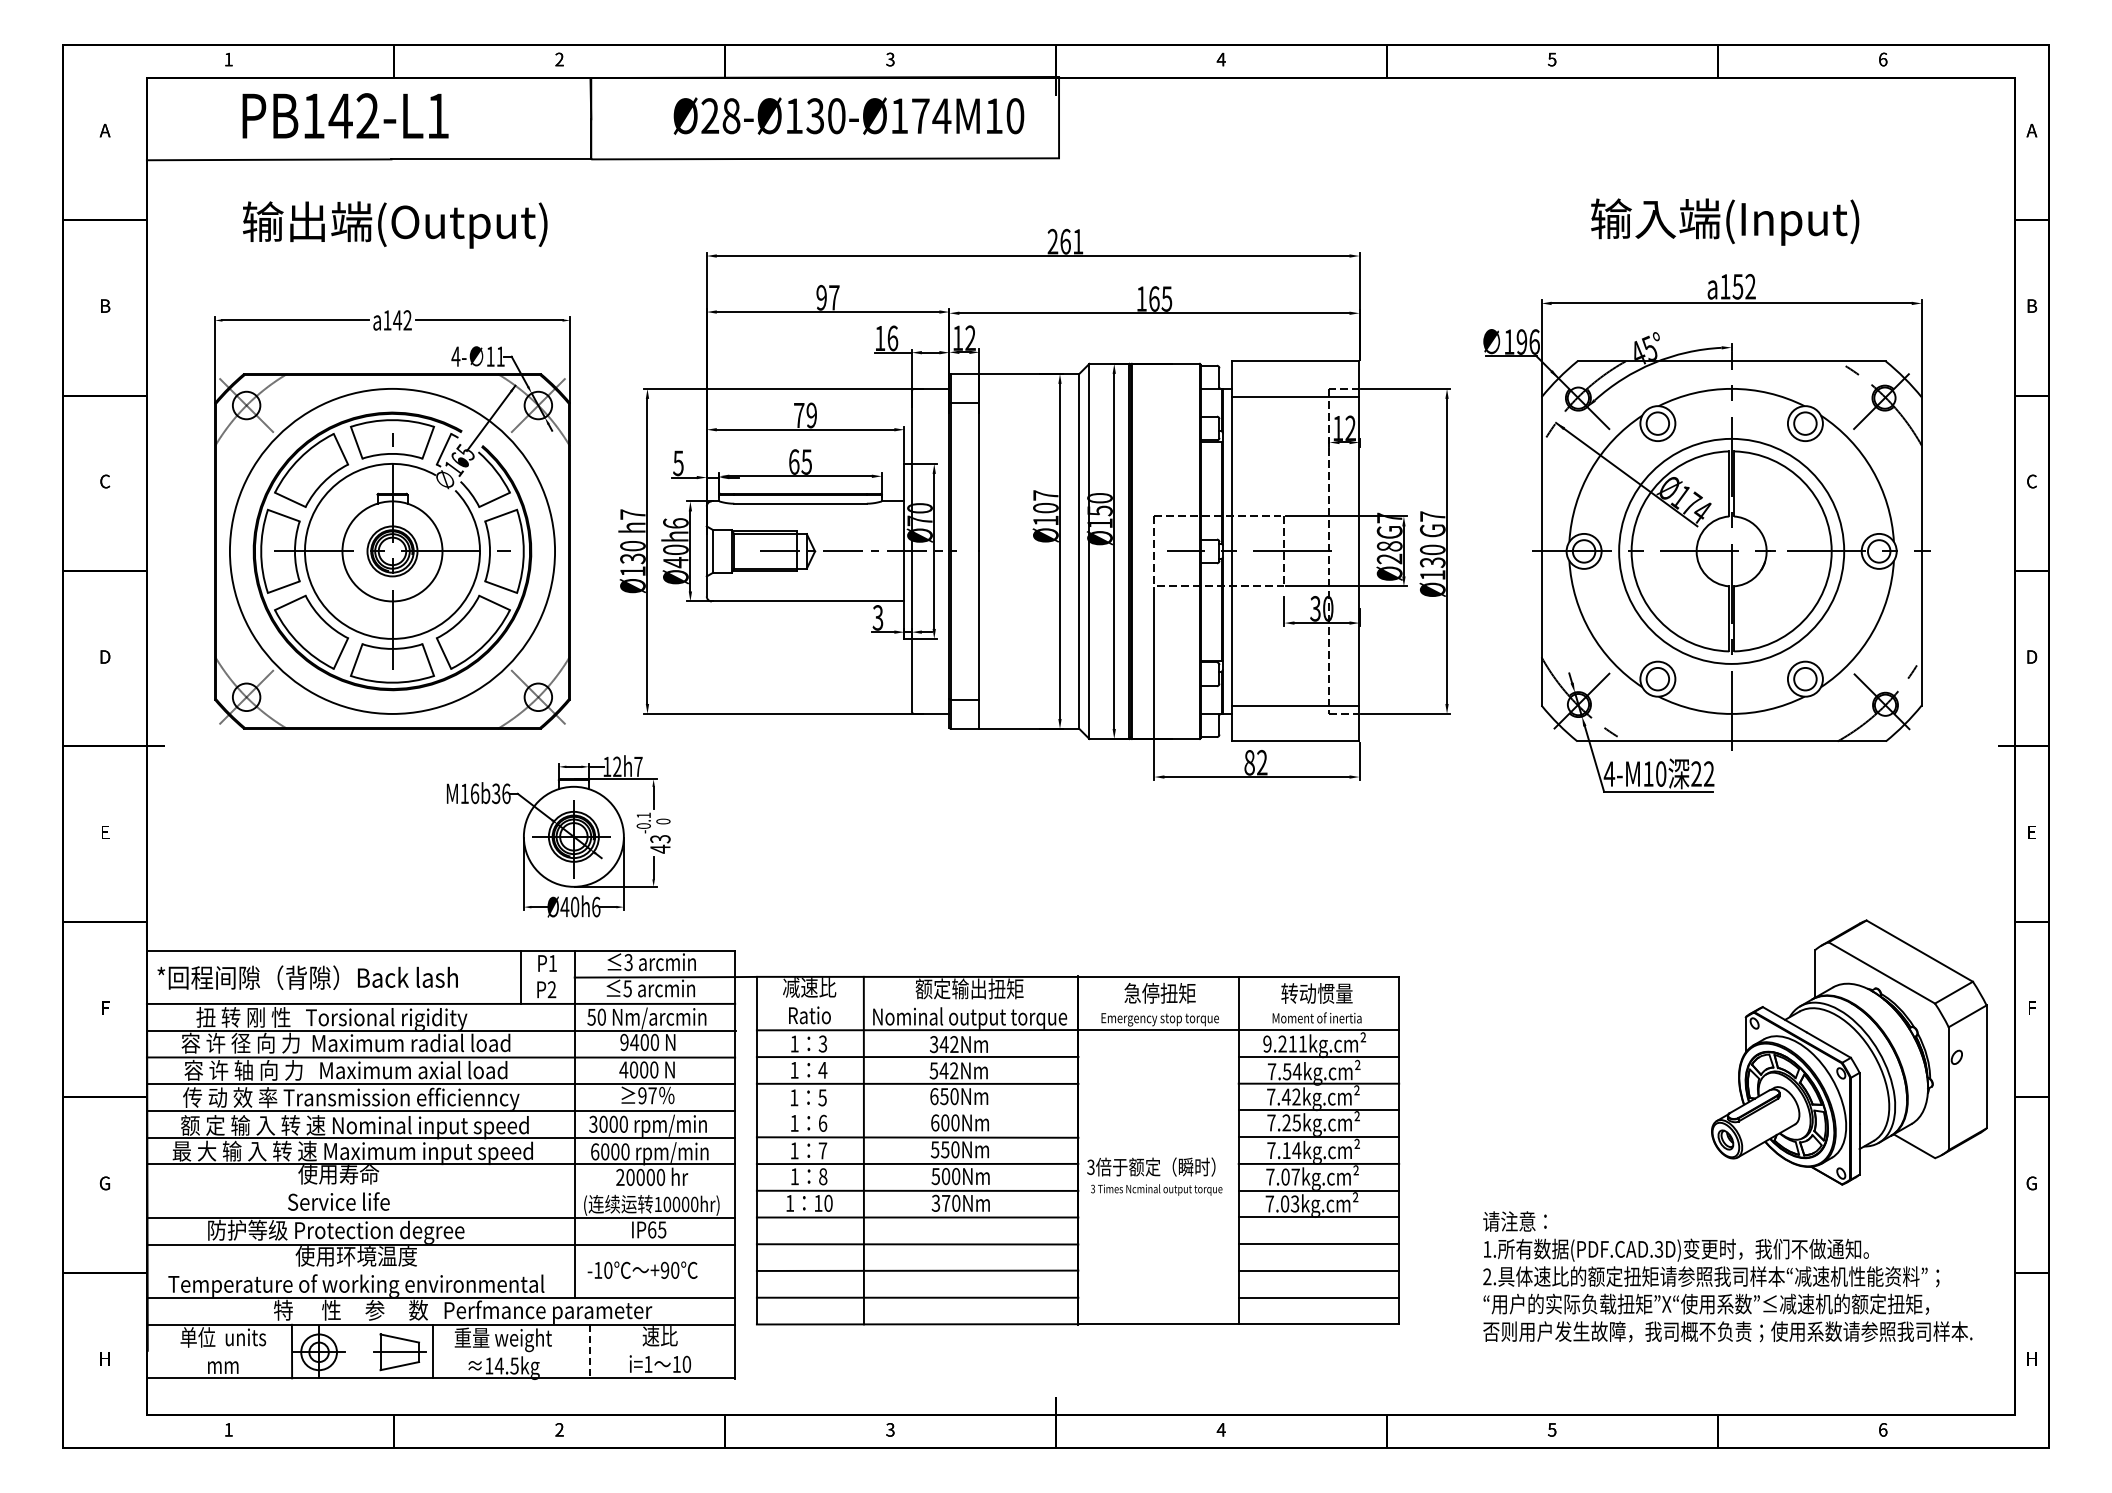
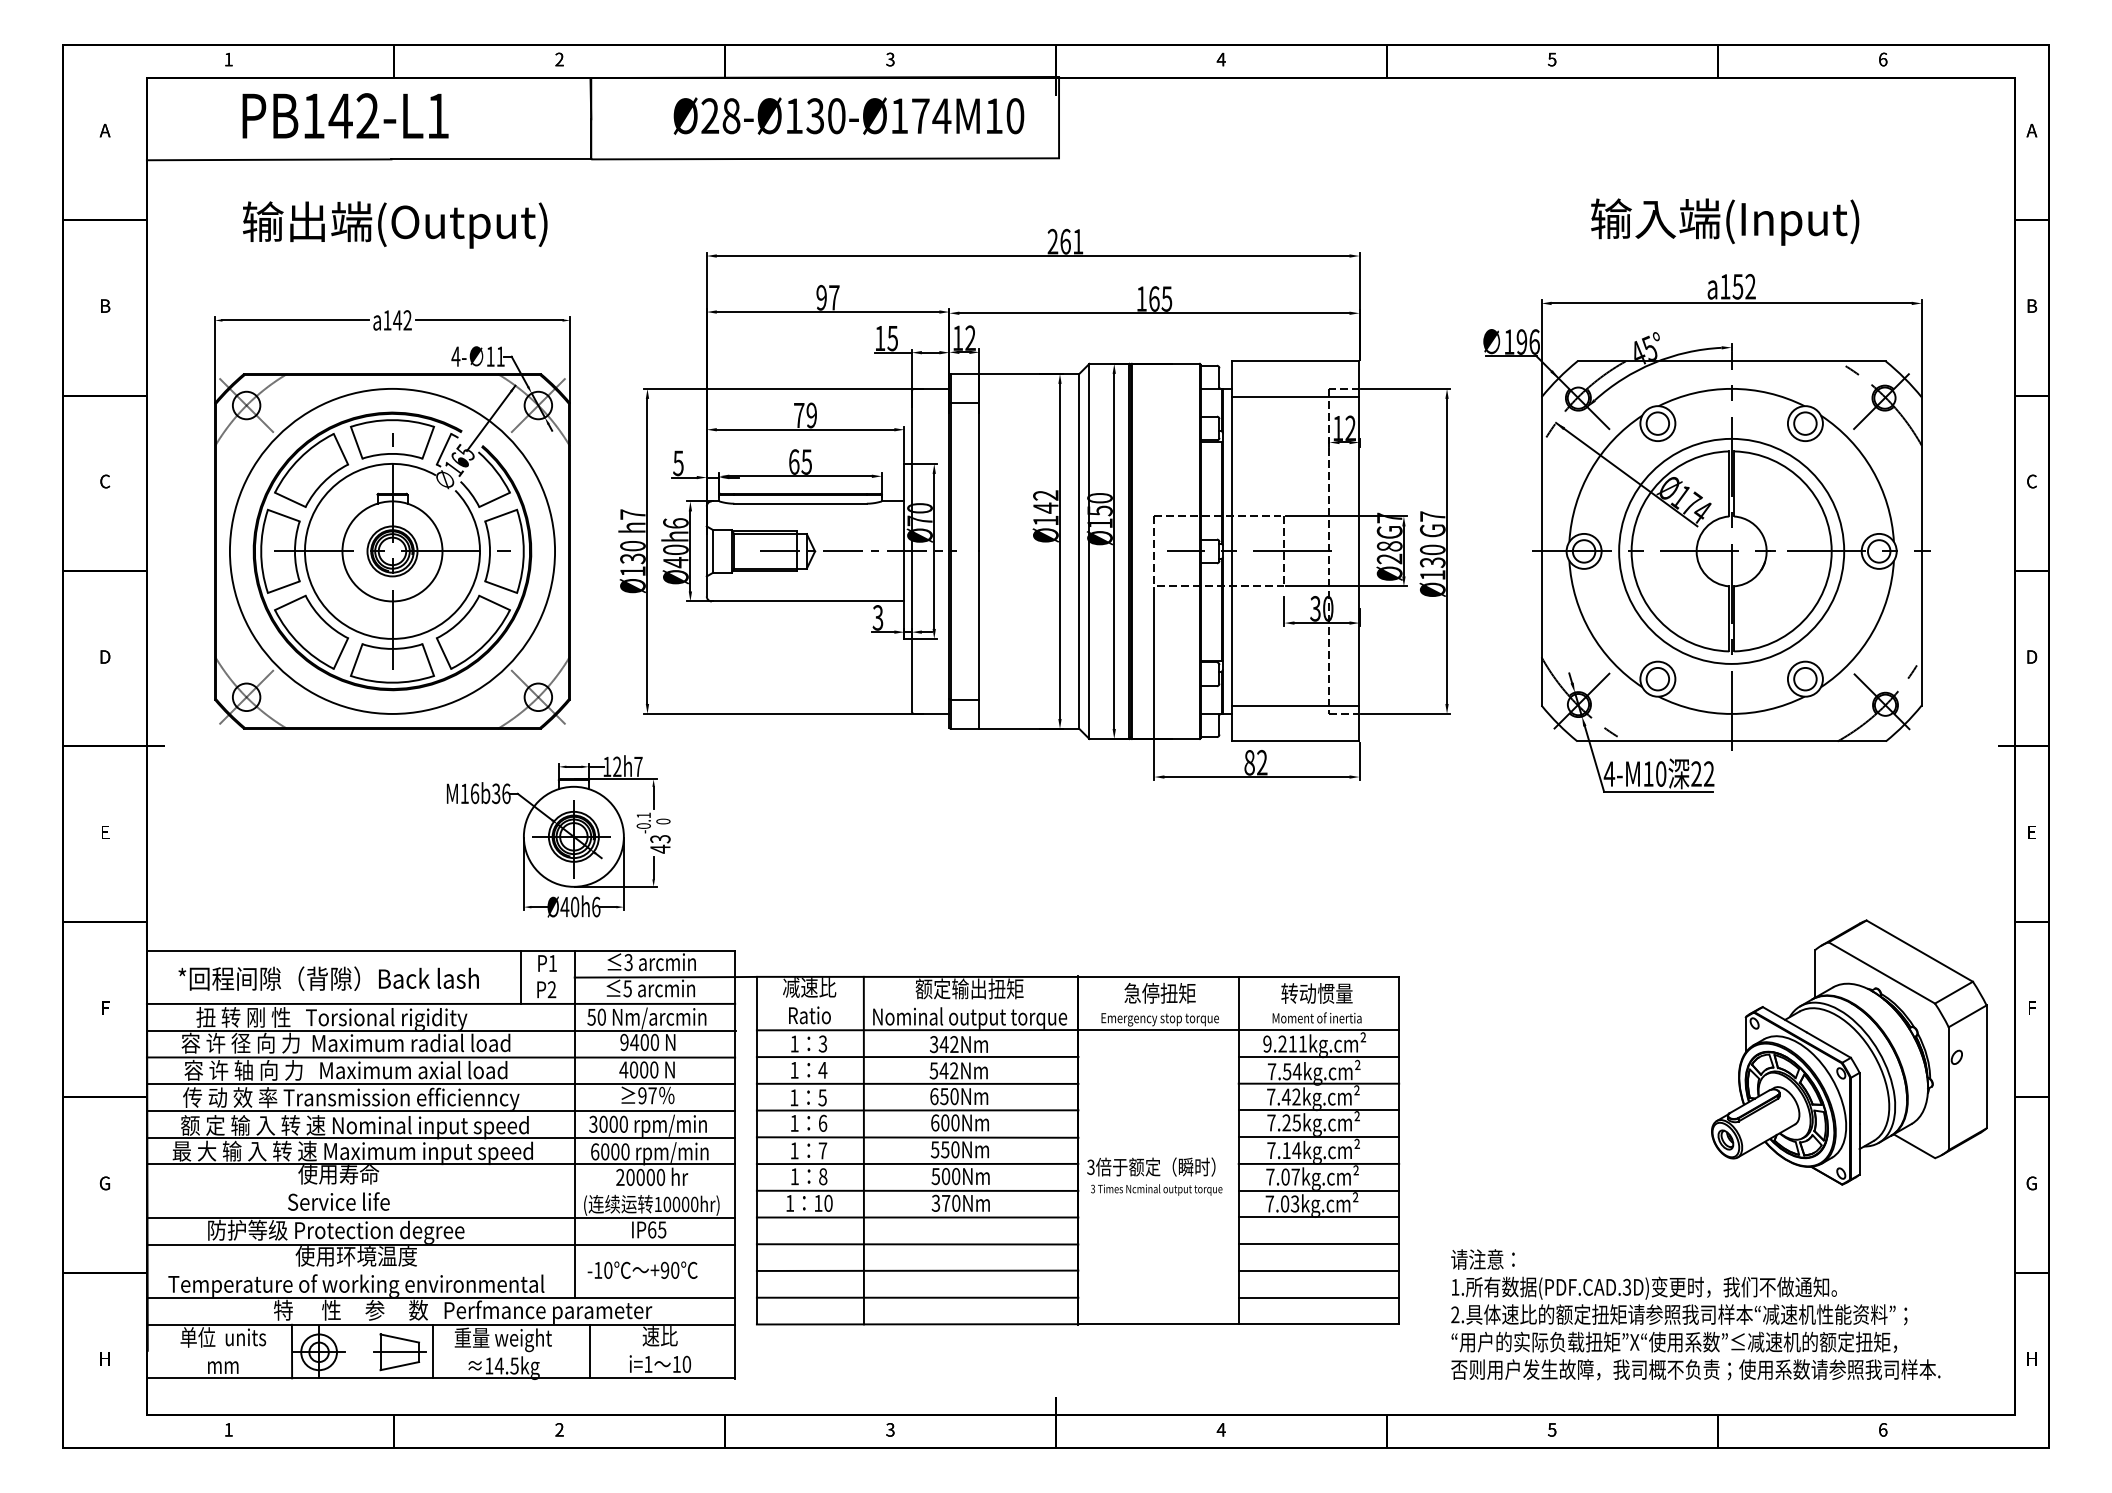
text at (892, 338): 16 -> 15
text at (1045, 501): Ø107 -> Ø142
text at (307, 977) position: (307, 977) -> (328, 978)
line at (917, 1110): none -> present
text at (1727, 1276) position: (1727, 1276) -> (1695, 1314)
line at (590, 1351): dashed -> solid
